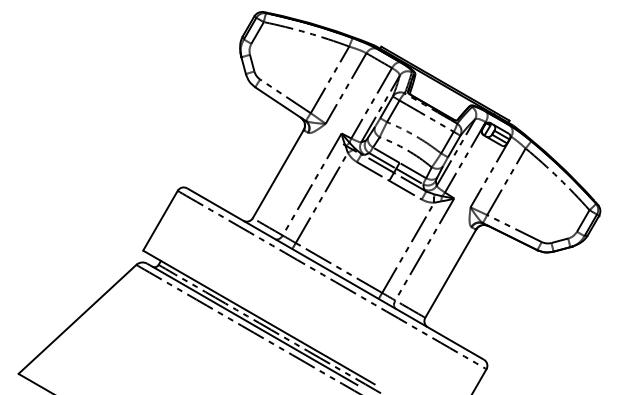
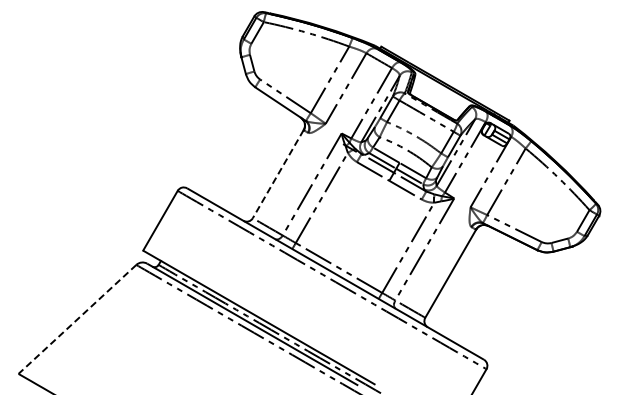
line at (278, 174): solid -> dashed
line at (77, 319): solid -> dashed
